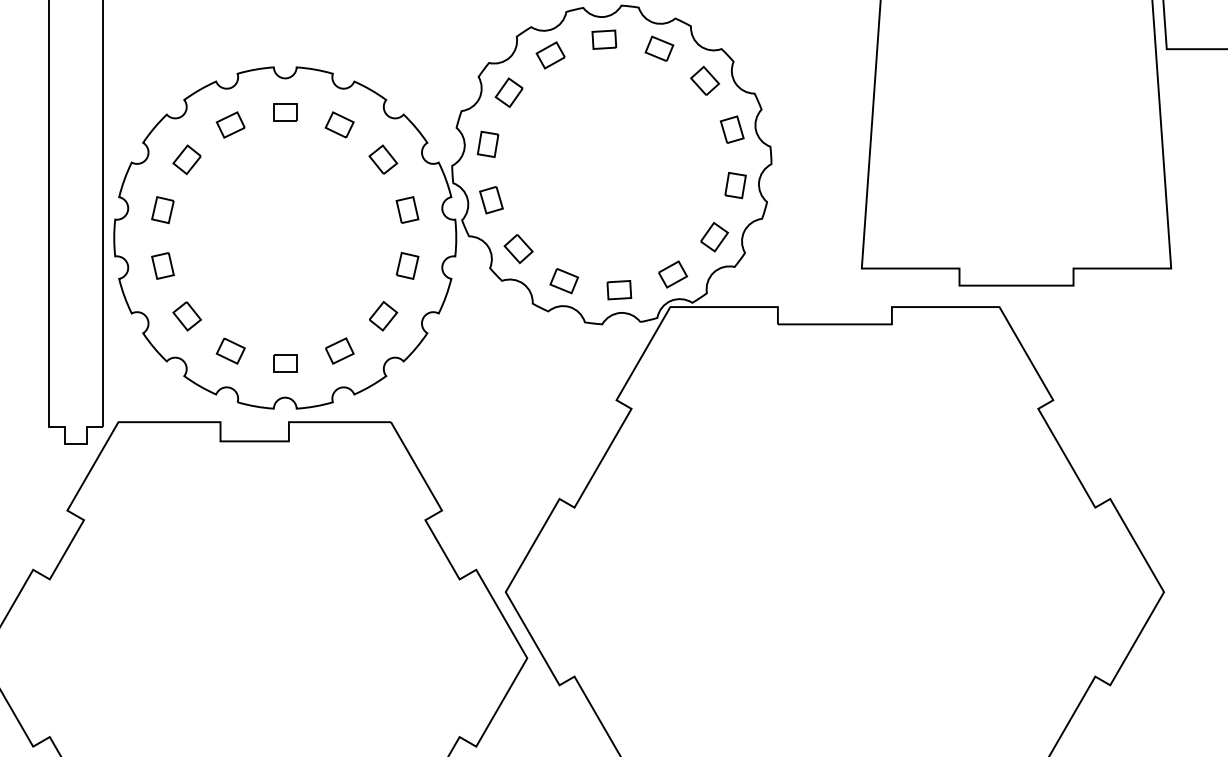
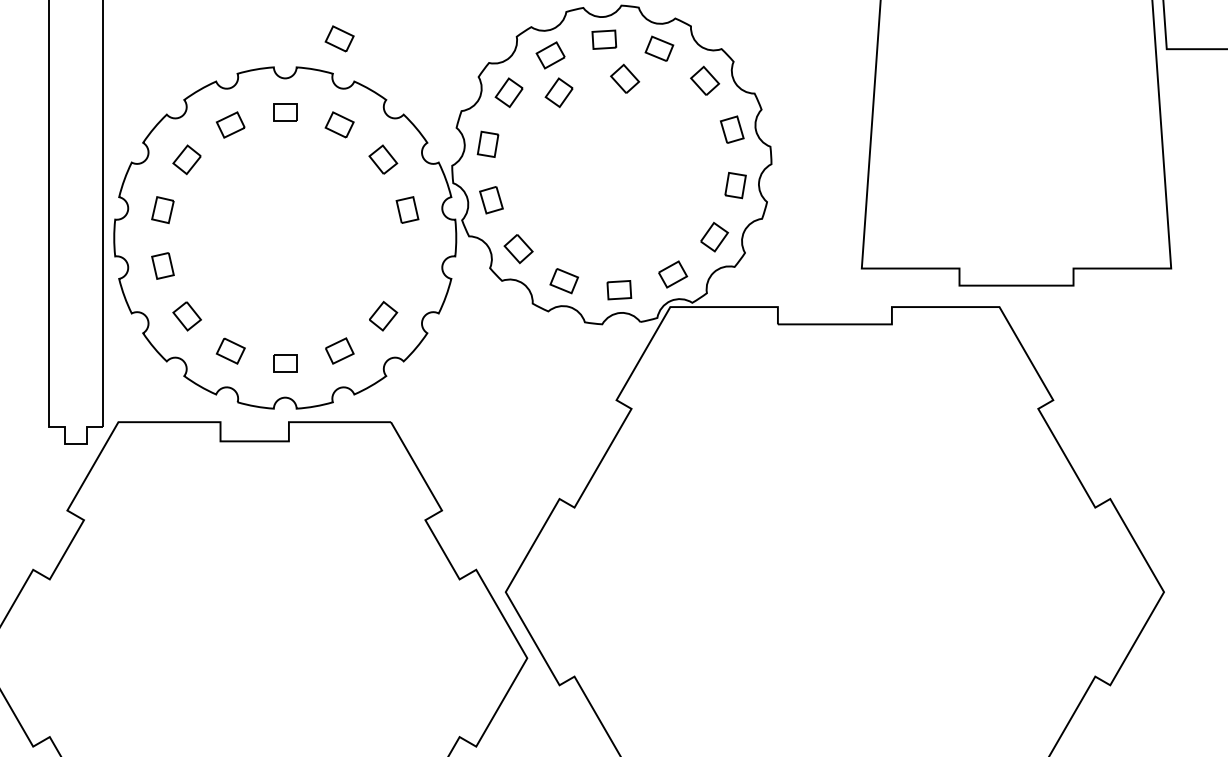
part at (339, 38): none -> present
part at (625, 78): none -> present
part at (558, 92): none -> present
part at (407, 265): present -> none
